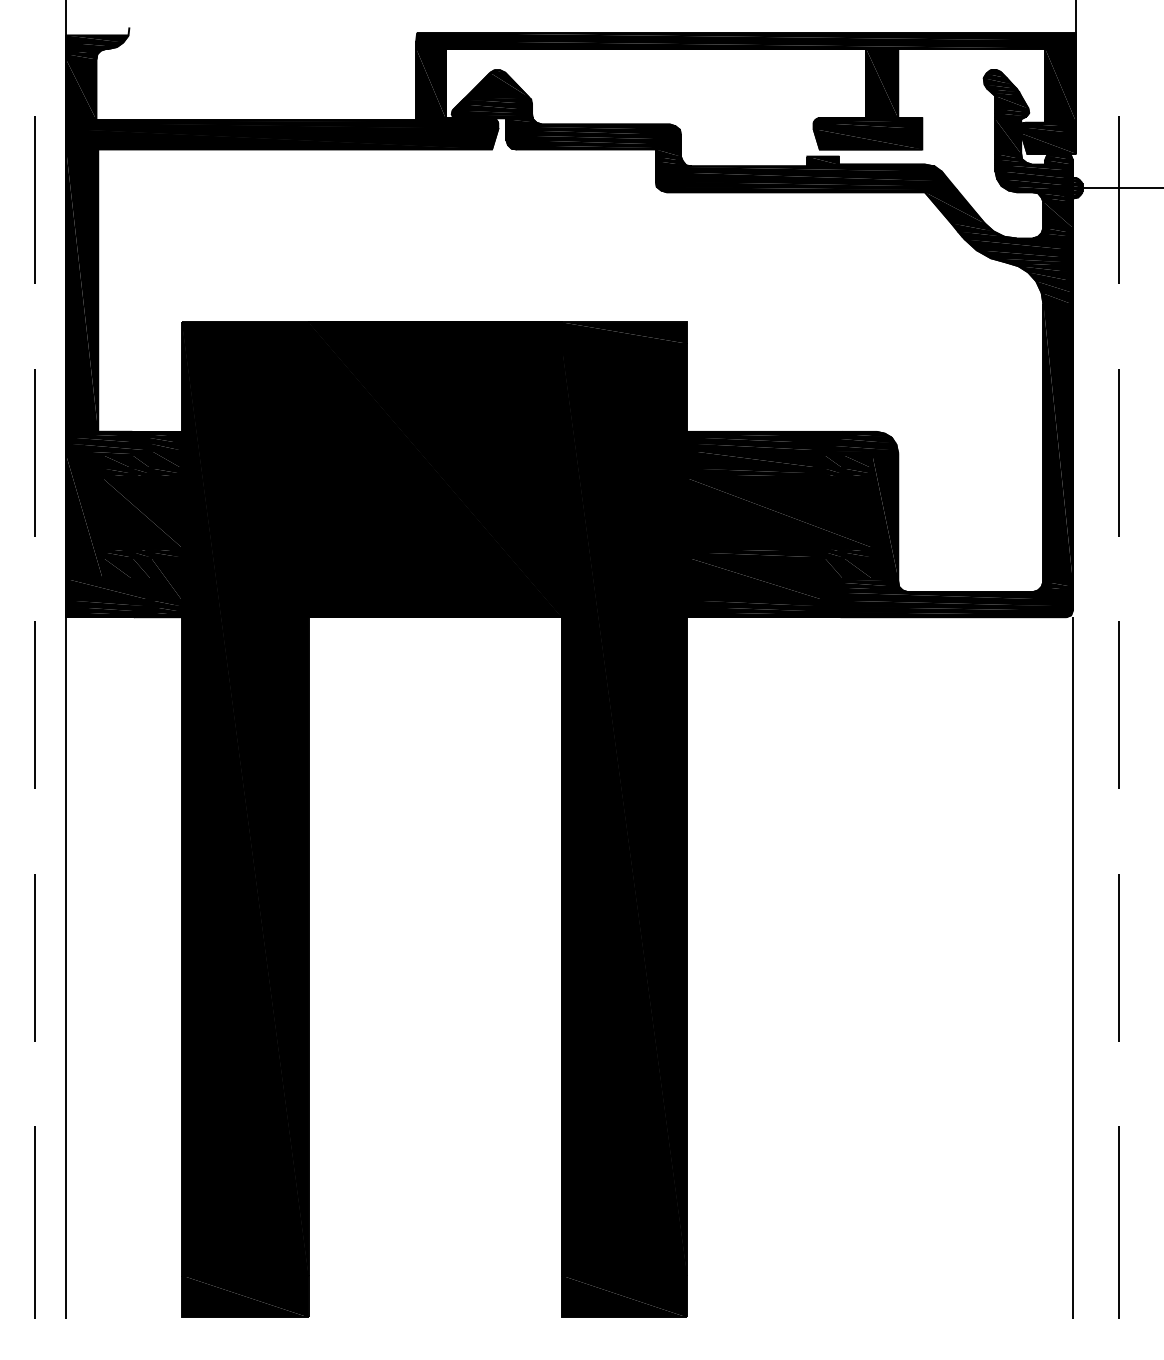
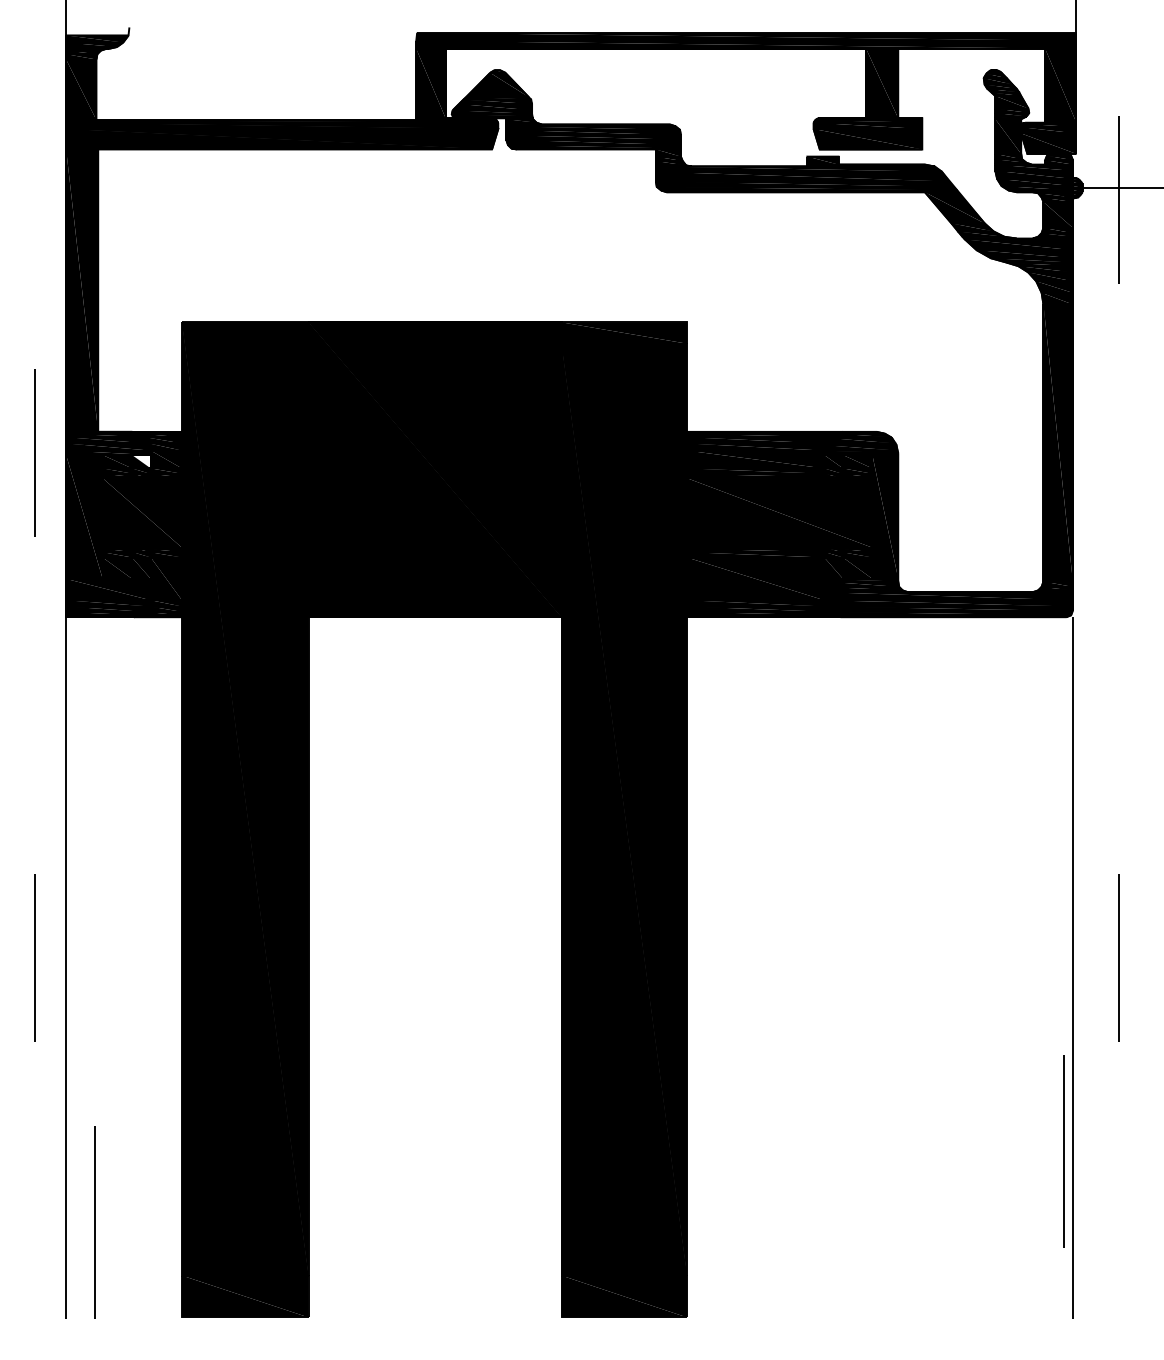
line at (34, 199): present -> none
line at (1118, 452): present -> none
fill at (141, 461): present -> none
line at (34, 704): present -> none
line at (1118, 704): present -> none
line at (34, 1222) position: (34, 1222) -> (94, 1222)
line at (1118, 1222) position: (1118, 1222) -> (1063, 1151)
